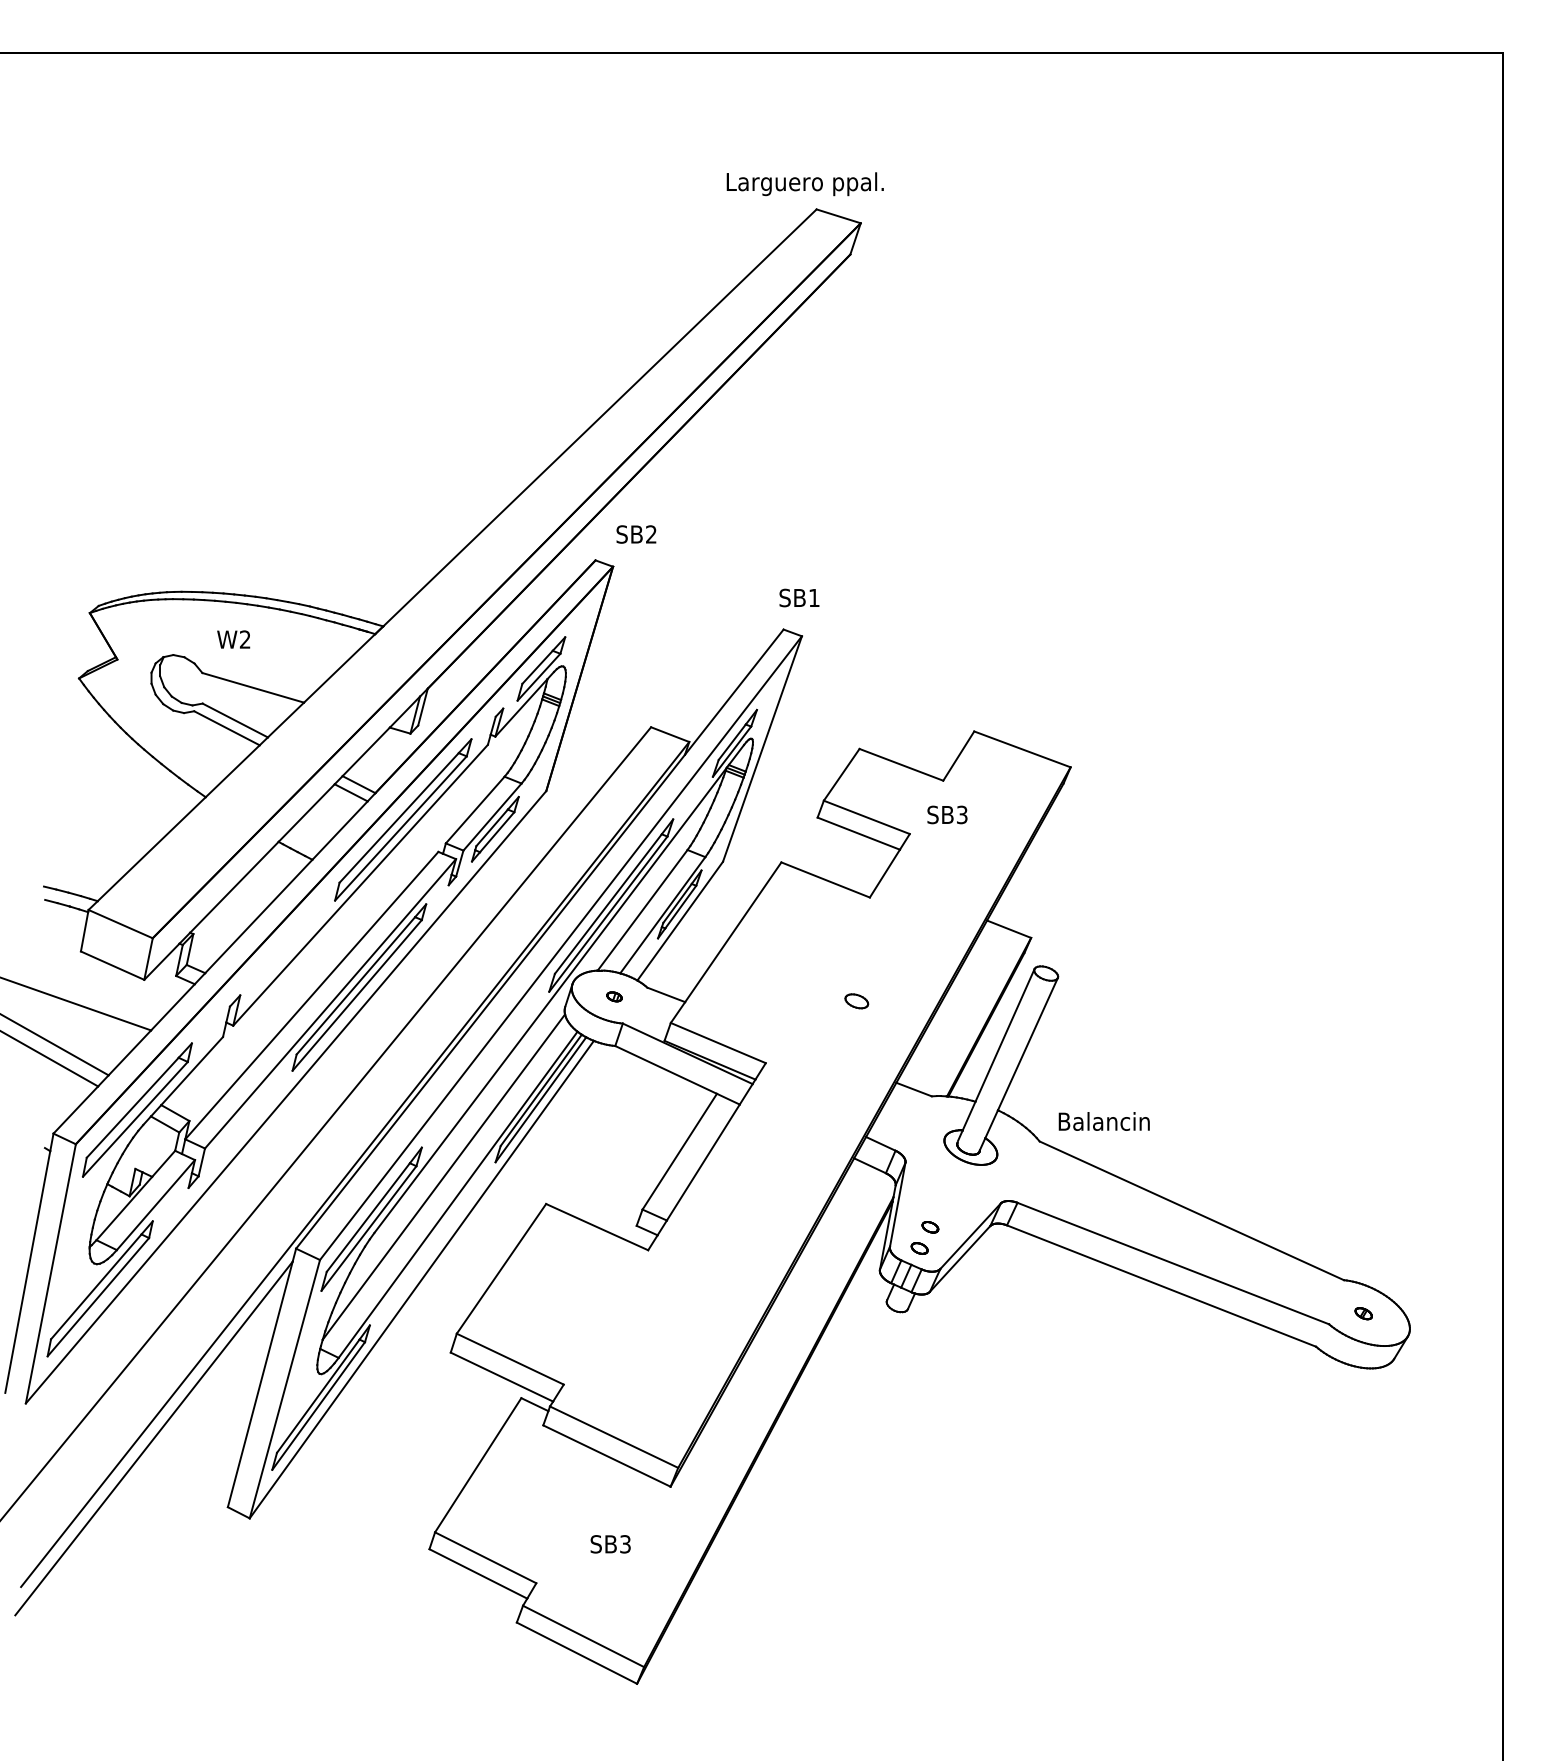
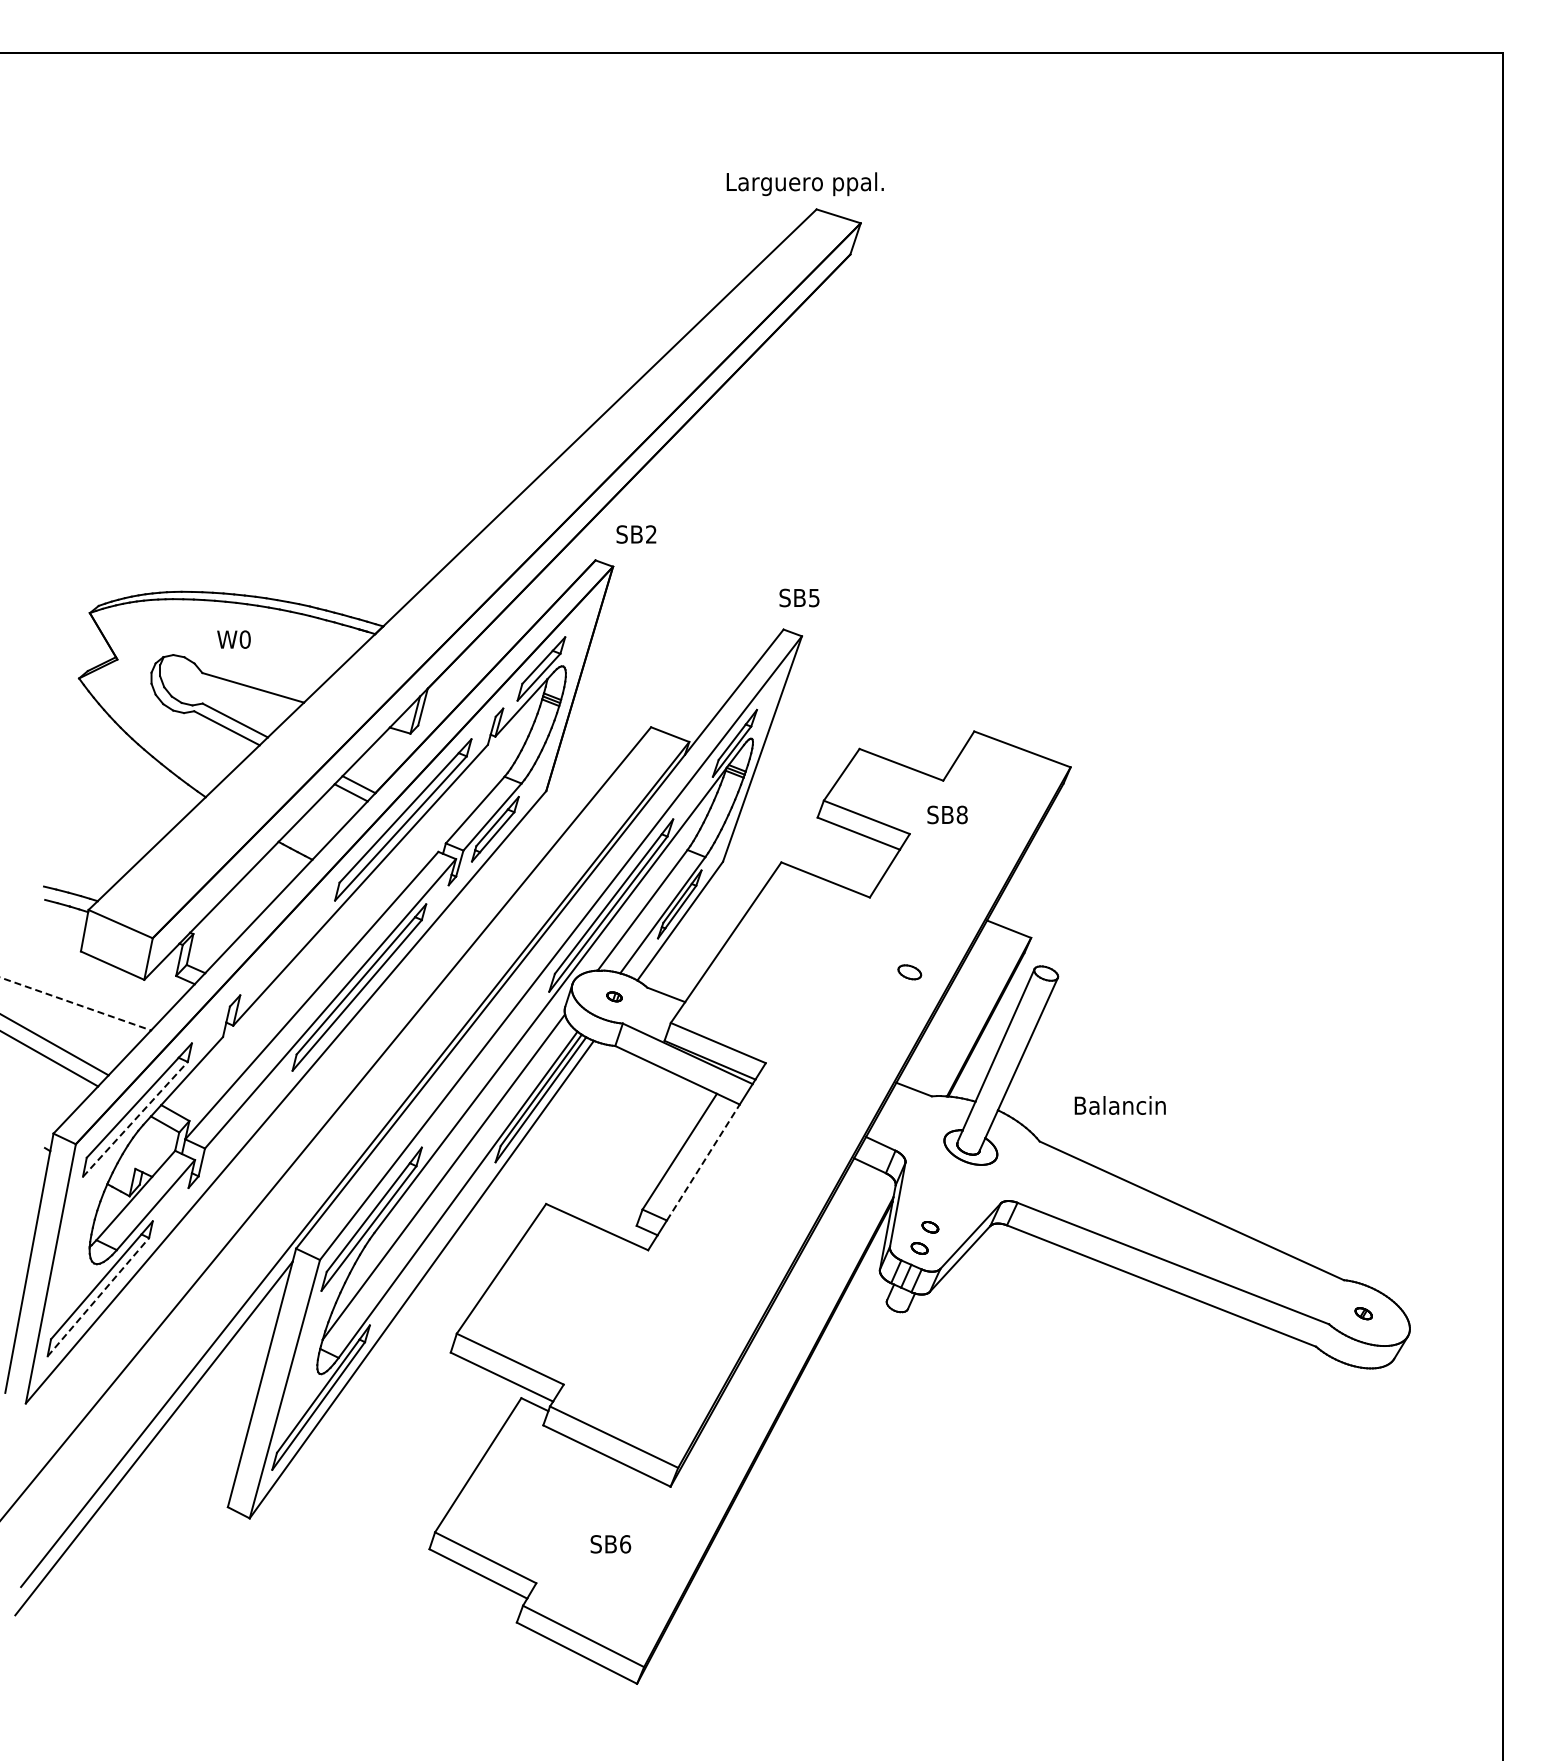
text at (814, 598): SB1 -> SB5
text at (244, 639): W2 -> W0
text at (961, 814): SB3 -> SB8
part at (856, 1001) position: (856, 1001) -> (909, 972)
line at (75, 1003): solid -> dashed
line at (135, 1119): solid -> dashed
text at (1103, 1121) position: (1103, 1121) -> (1119, 1105)
line at (703, 1162): solid -> dashed
line at (98, 1297): solid -> dashed
text at (625, 1544): SB3 -> SB6
